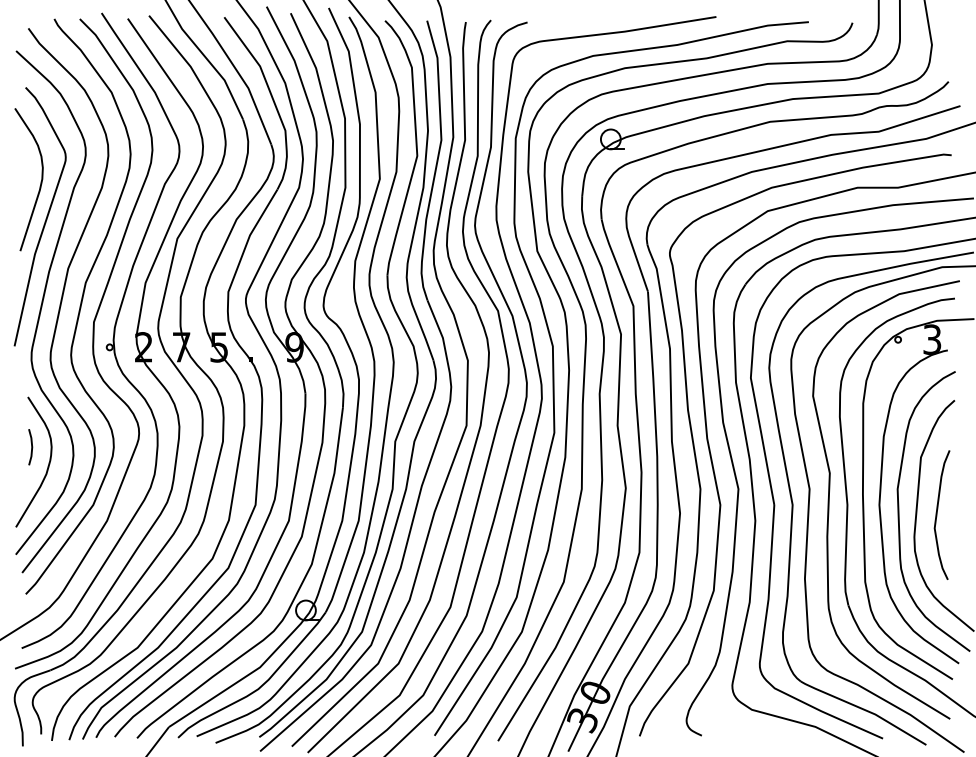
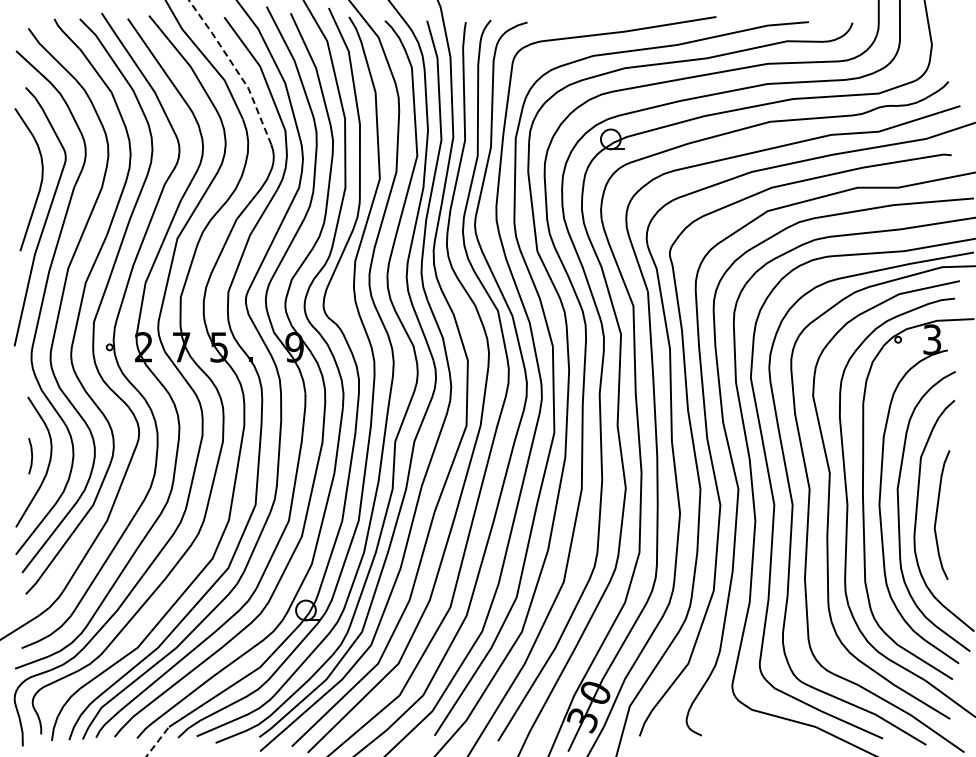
line at (235, 69): solid -> dashed
line at (31, 447) position: (31, 447) -> (31, 456)
line at (157, 741): solid -> dashed
